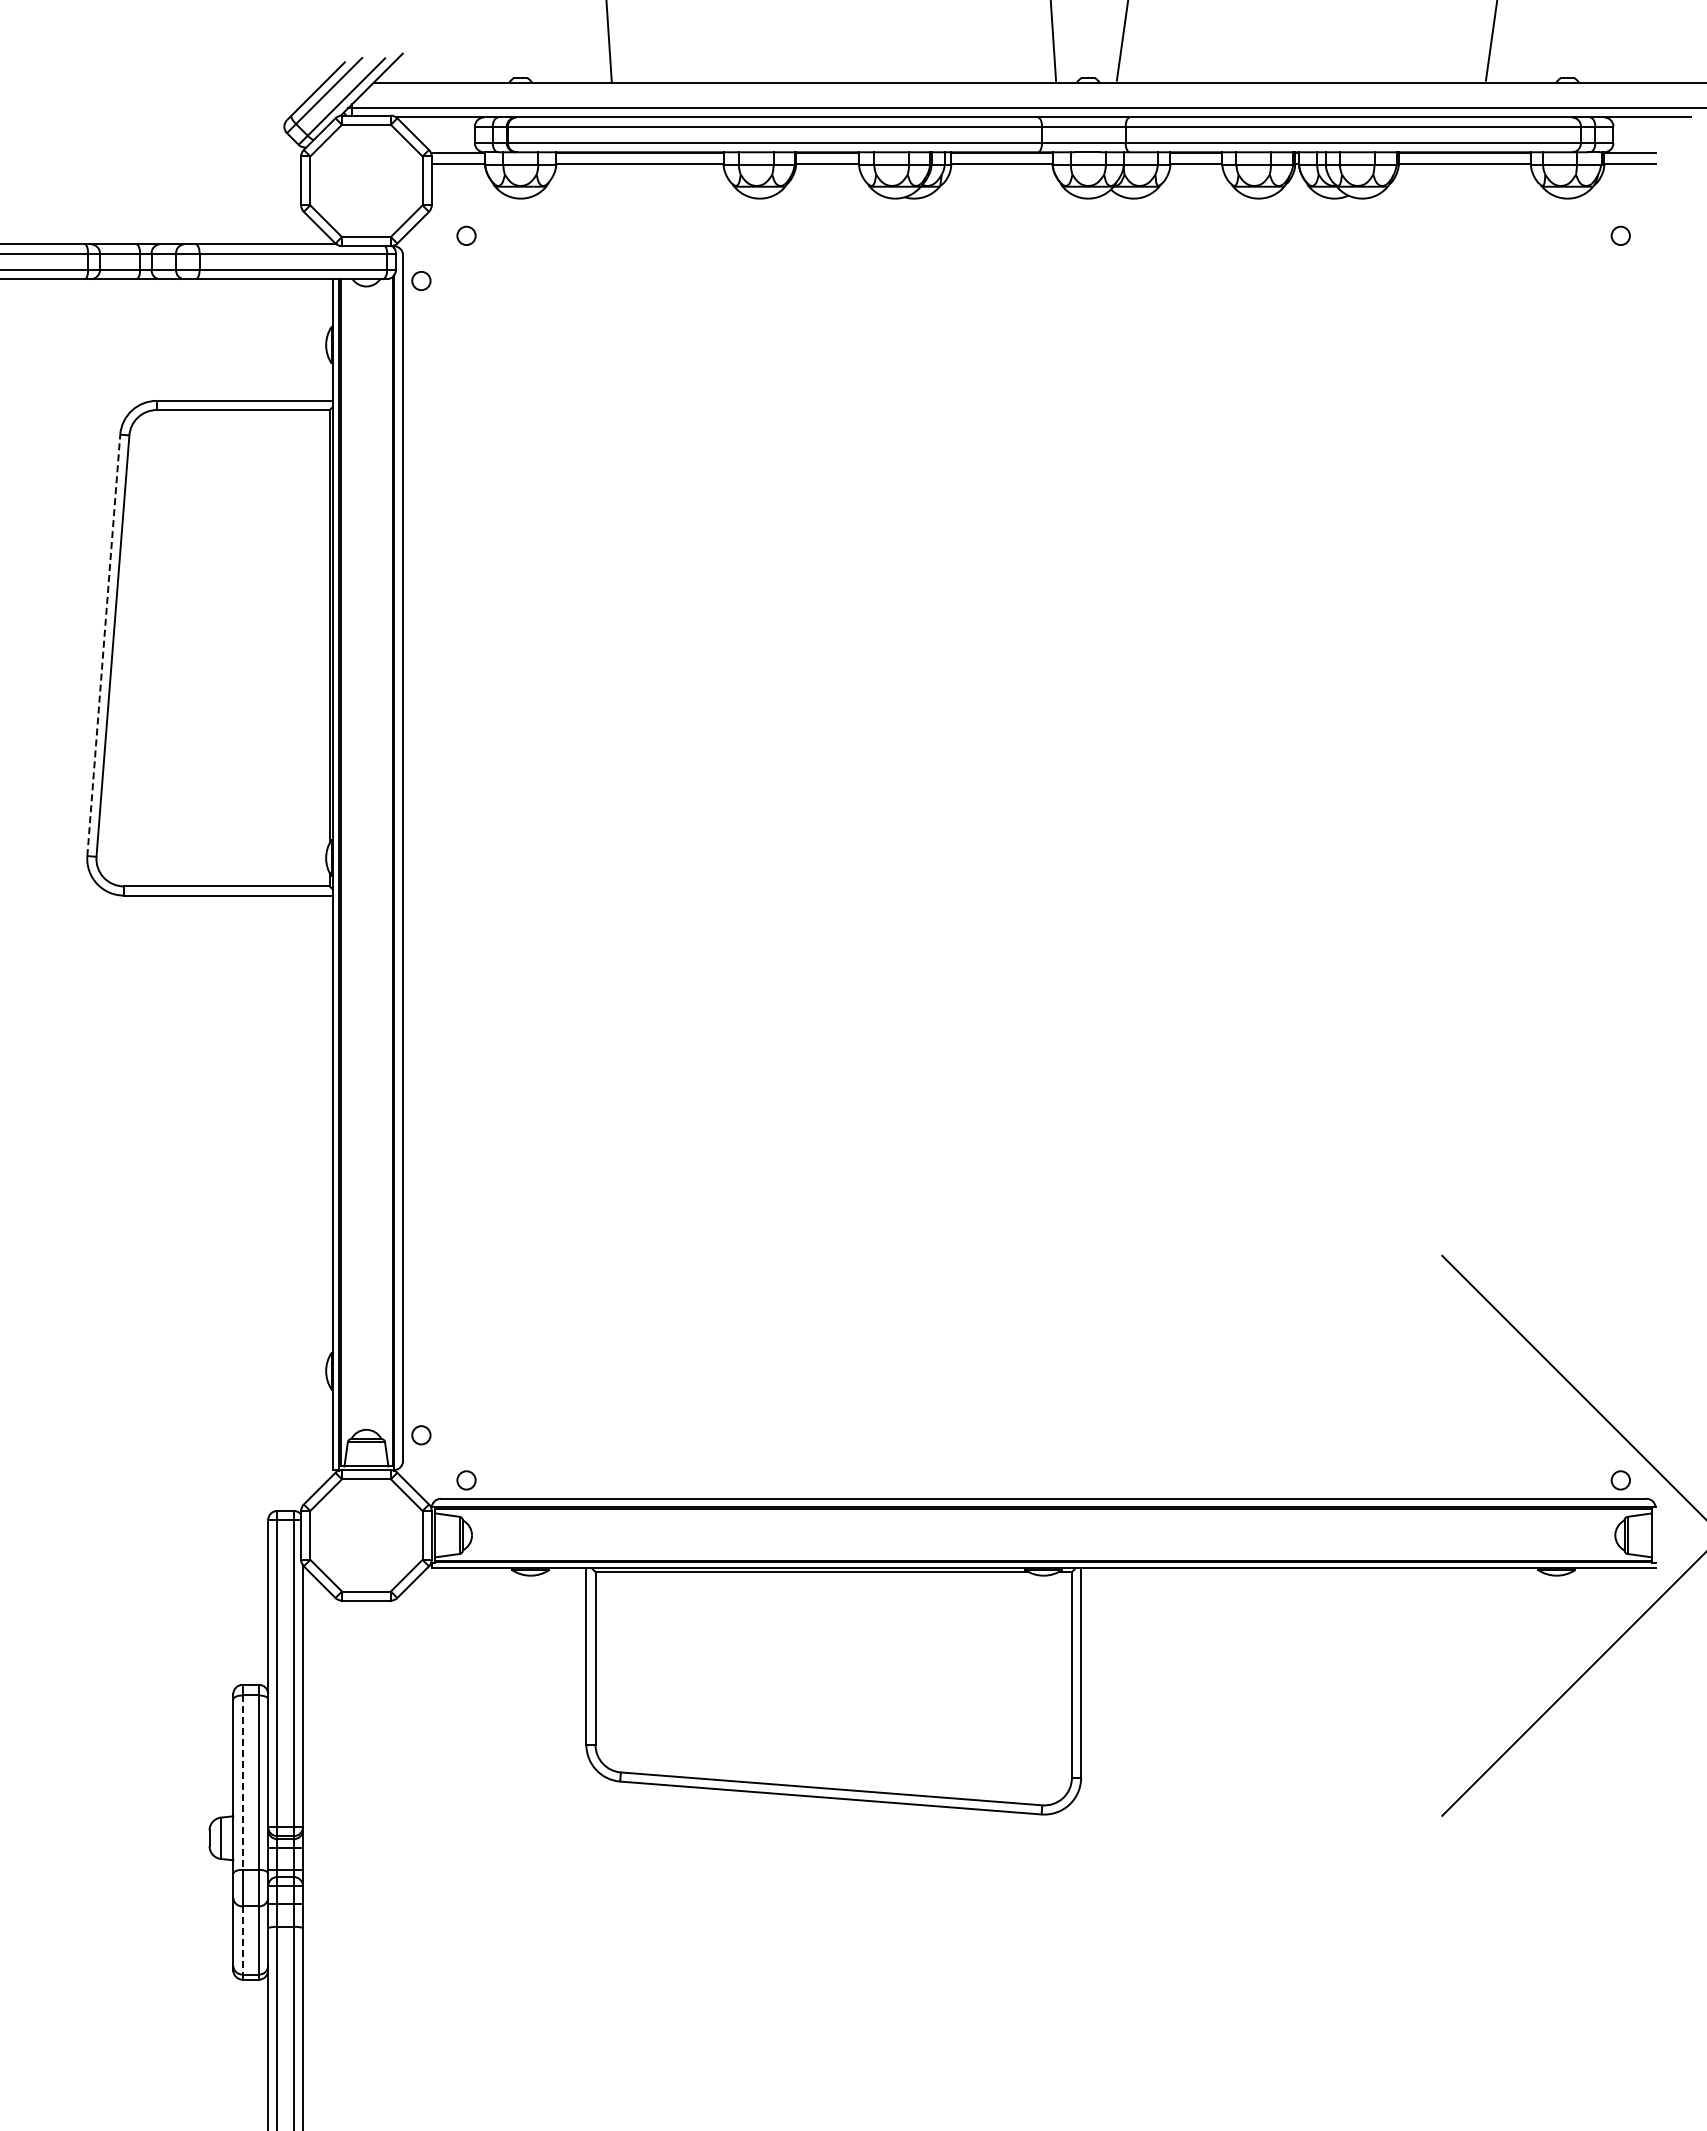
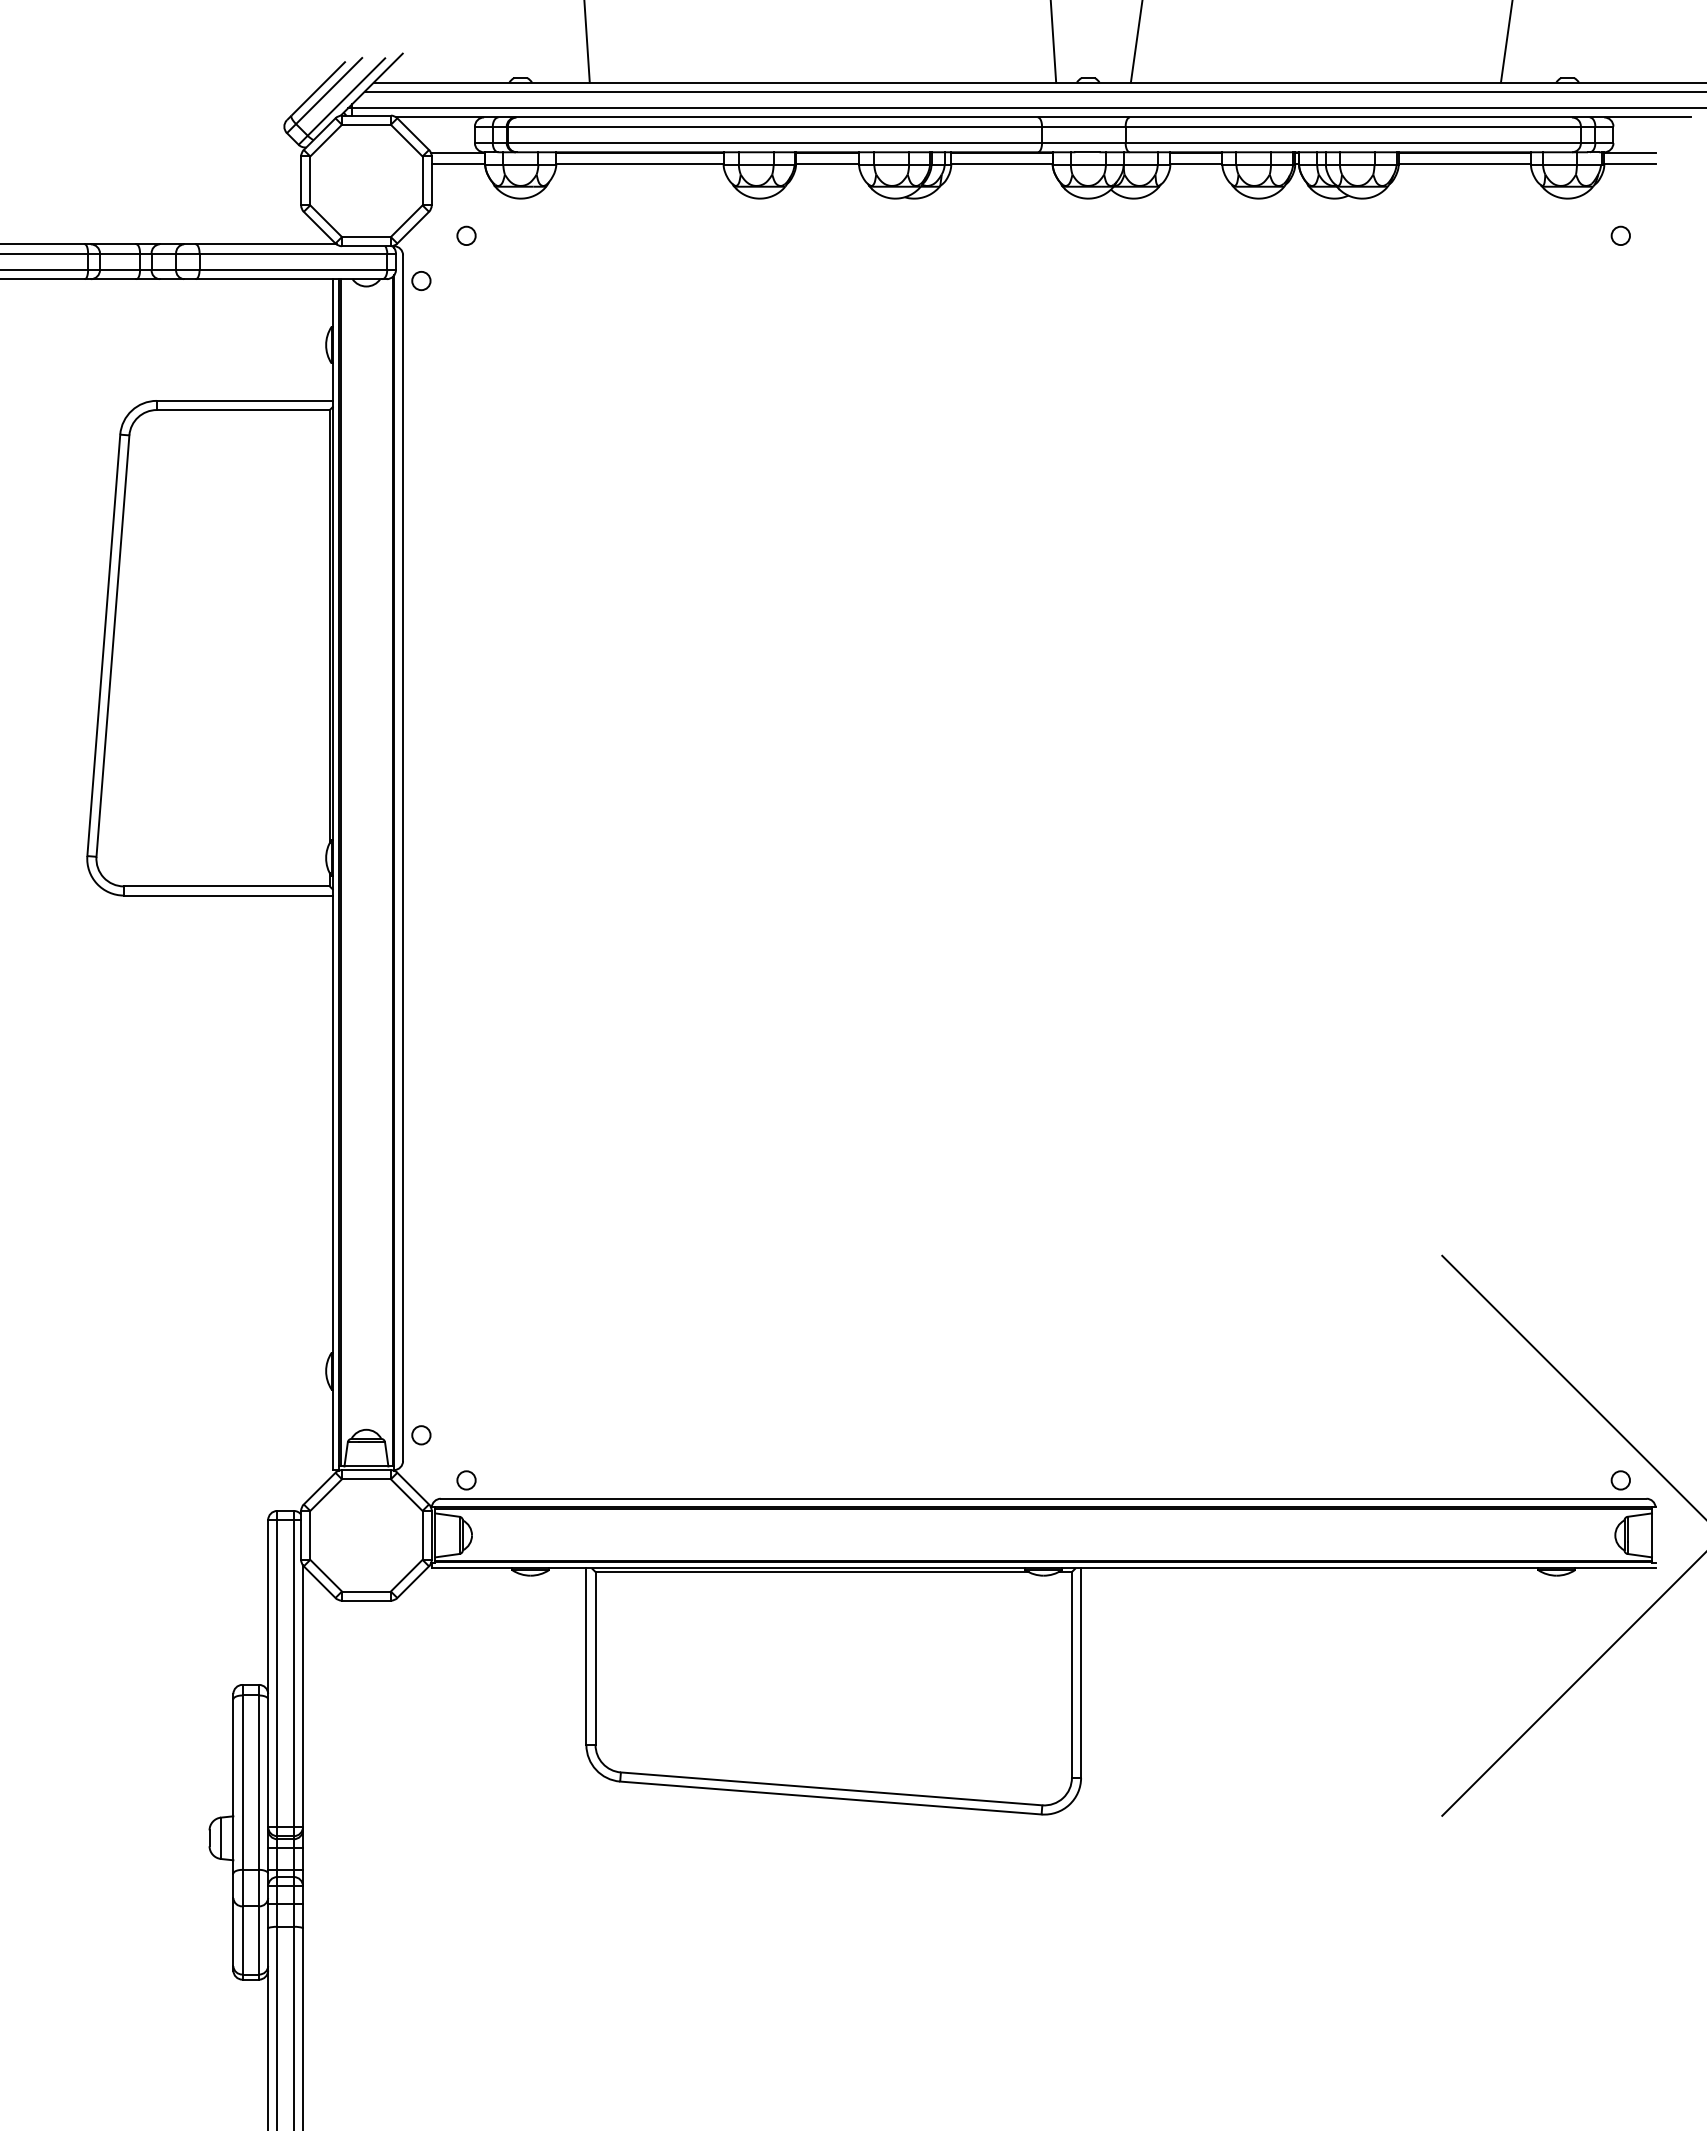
line at (608, 41) position: (608, 41) -> (586, 42)
line at (1121, 41) position: (1121, 41) -> (1136, 42)
line at (1491, 41) position: (1491, 41) -> (1506, 42)
line at (1033, 91): none -> present
line at (103, 644): dashed -> solid
line at (242, 1783): dashed -> solid
line at (242, 1940): dashed -> solid
